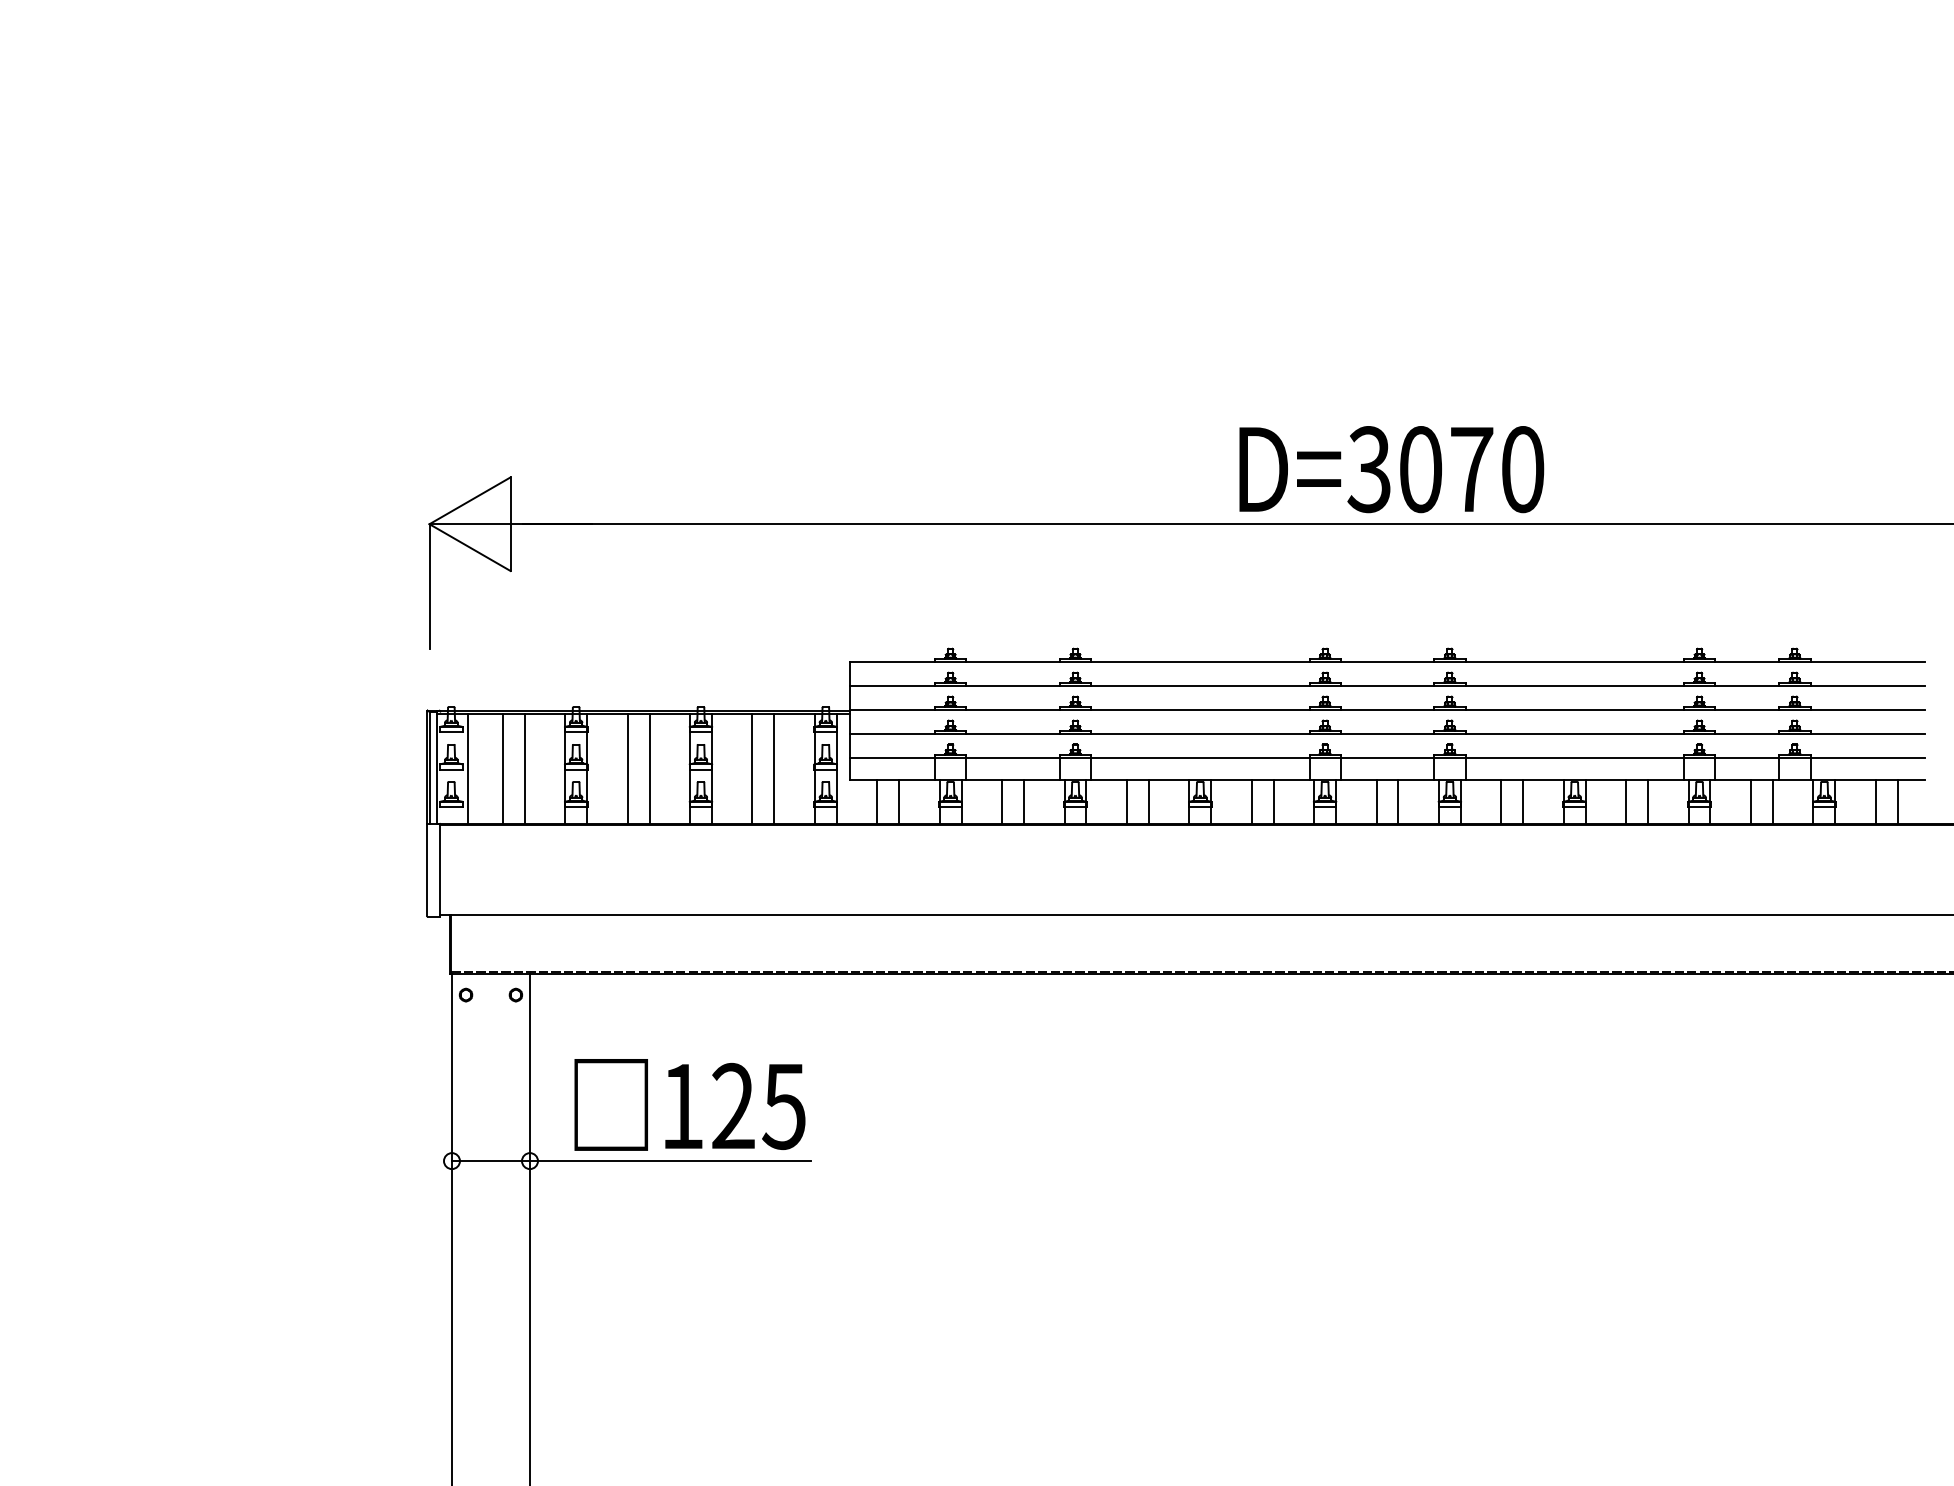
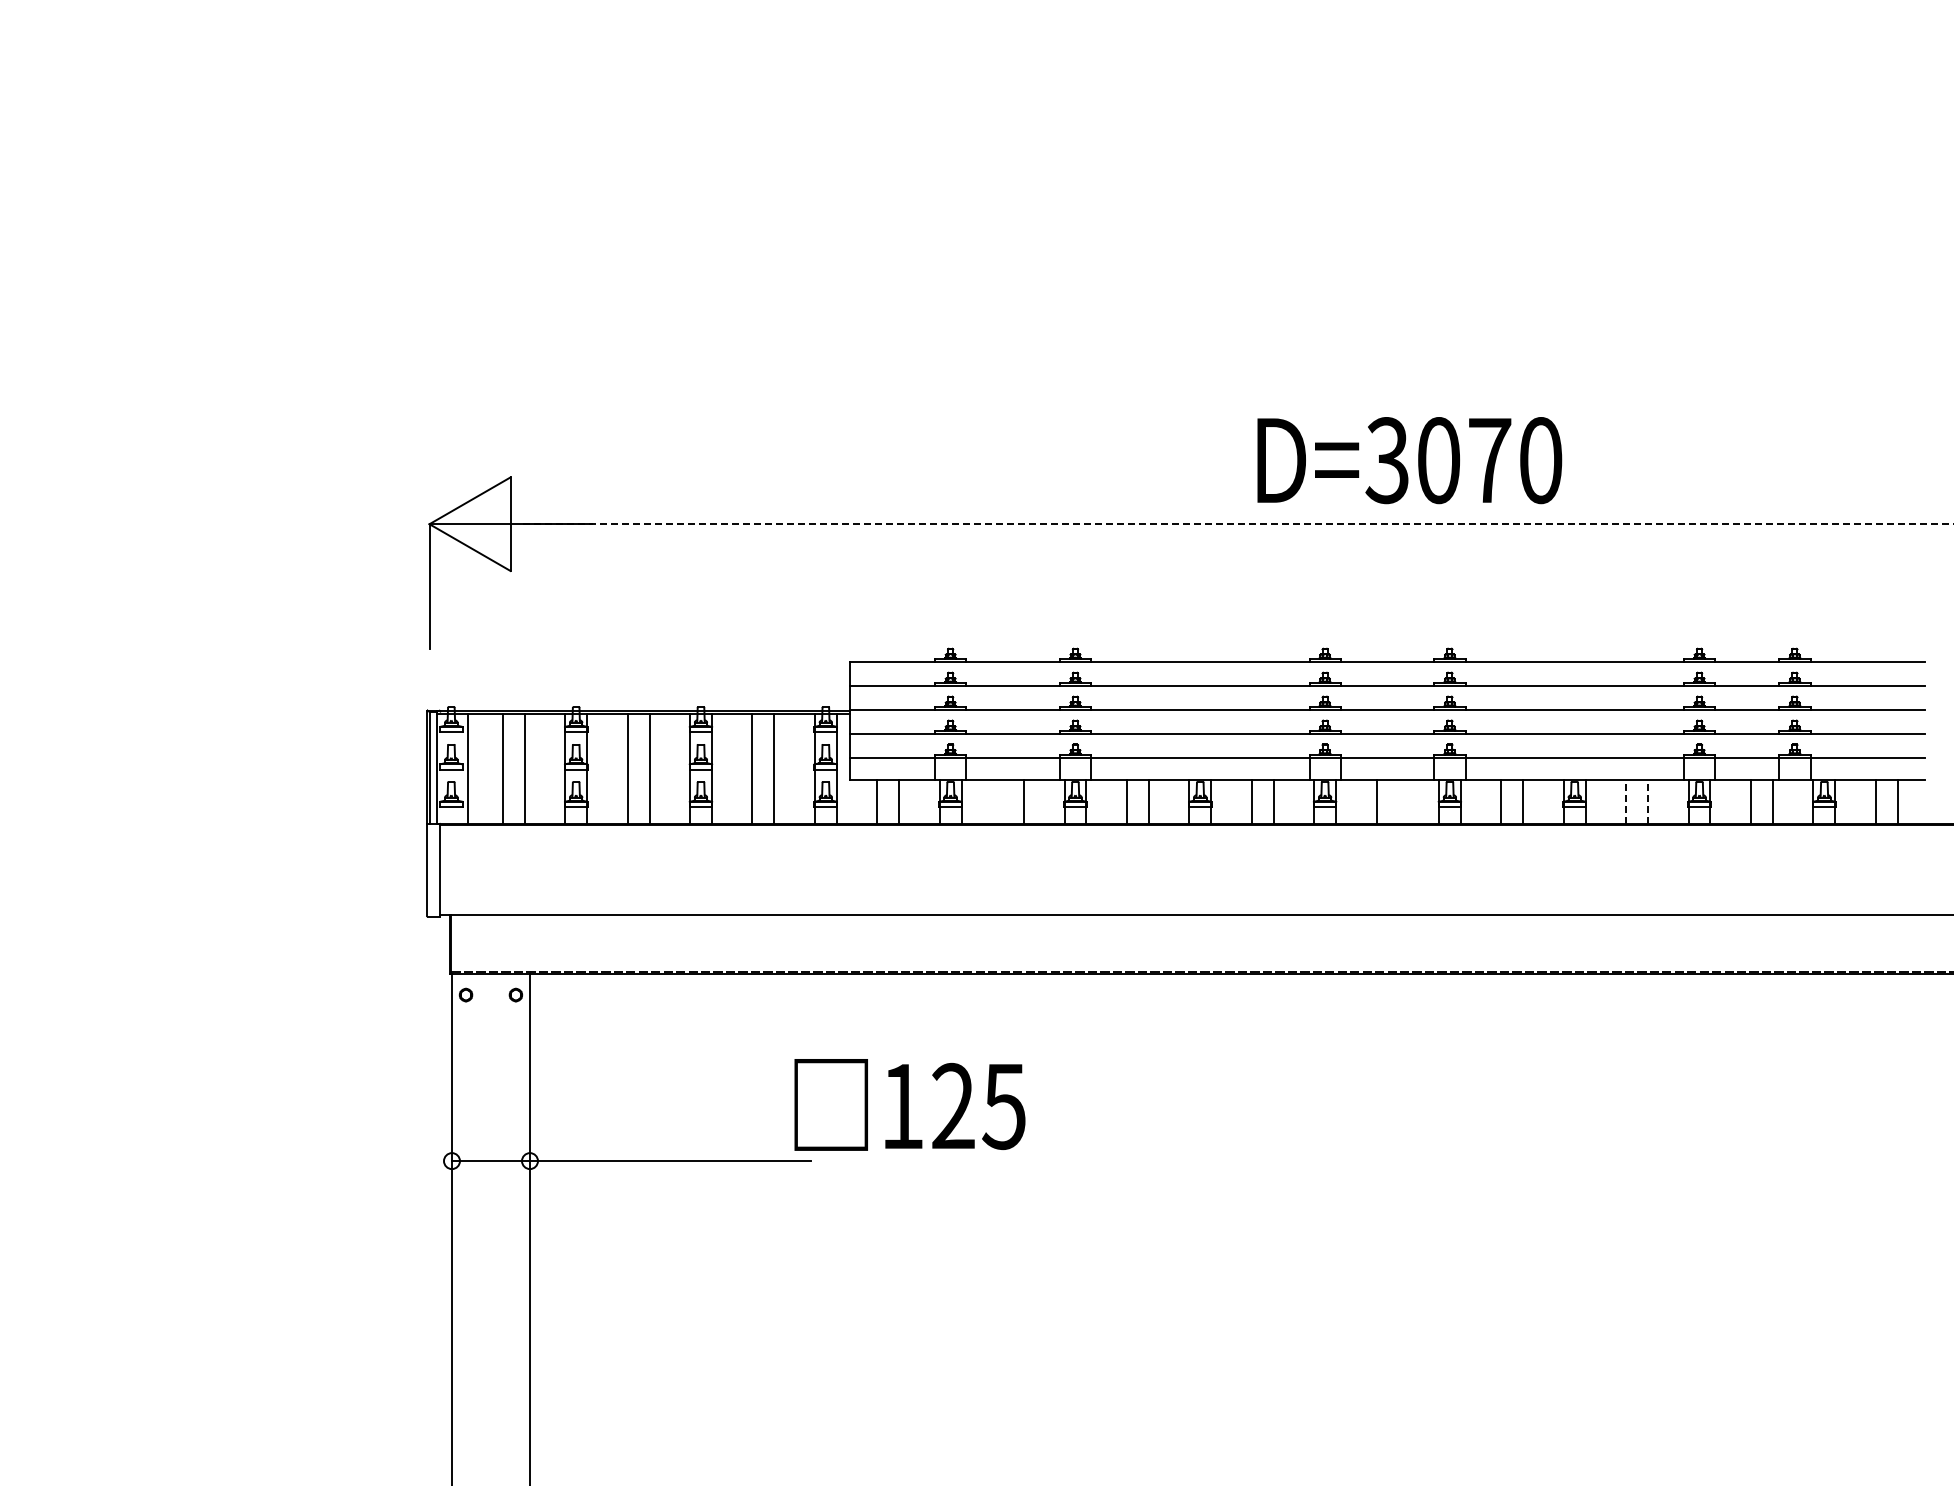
text at (1391, 469) position: (1391, 469) -> (1409, 460)
line at (1239, 524): solid -> dashed
line at (1002, 801): present -> none
line at (1398, 801): present -> none
line at (1626, 801): solid -> dashed
line at (1648, 801): solid -> dashed
text at (689, 1104) position: (689, 1104) -> (909, 1104)
